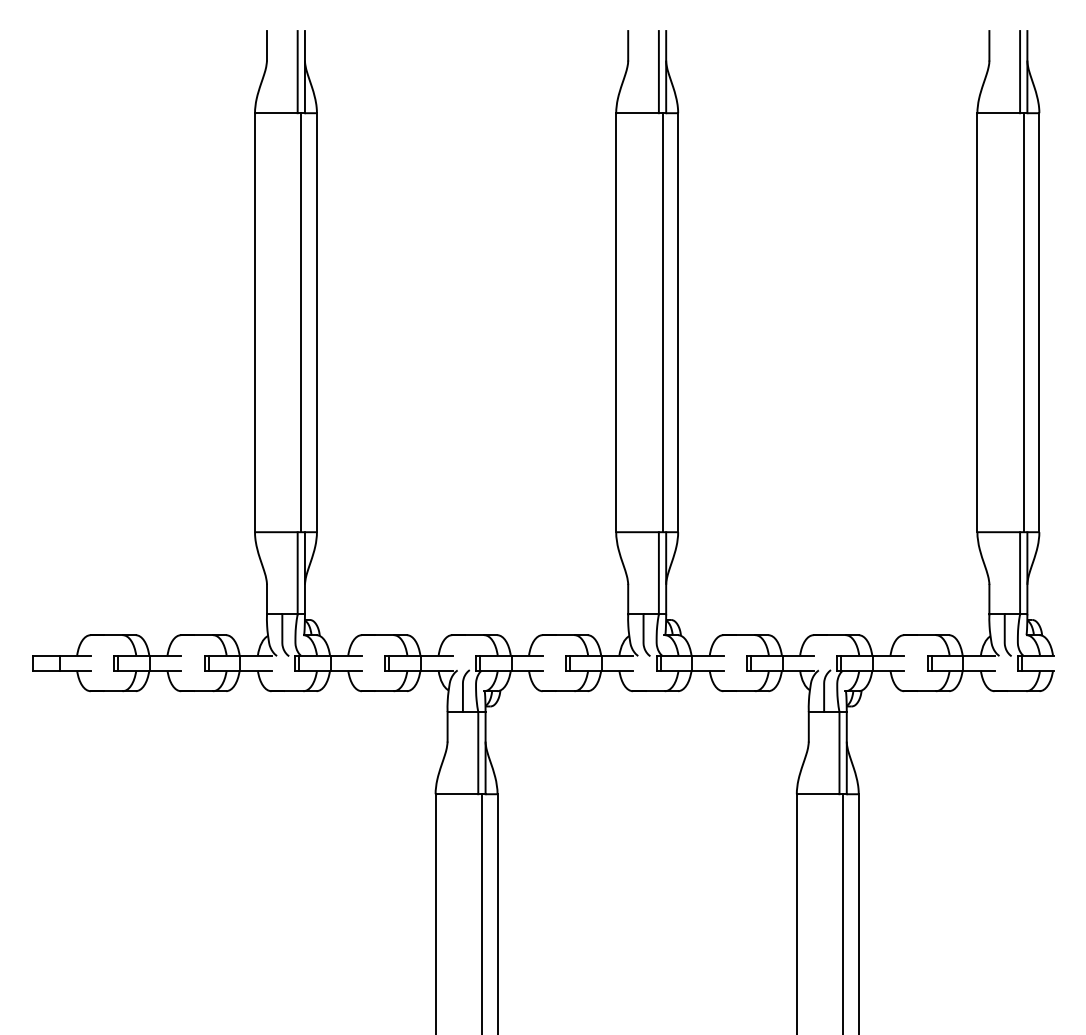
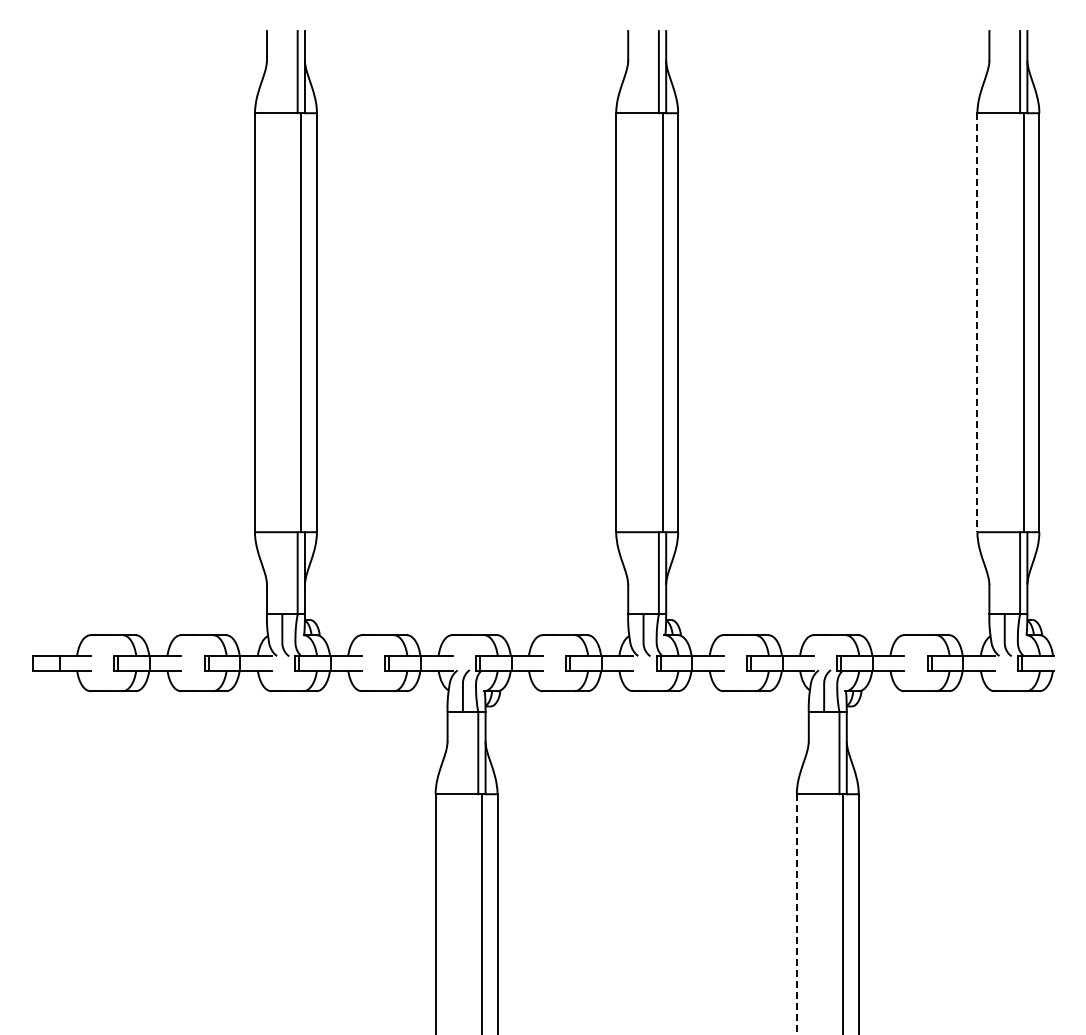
line at (977, 323): solid -> dashed
line at (796, 914): solid -> dashed
